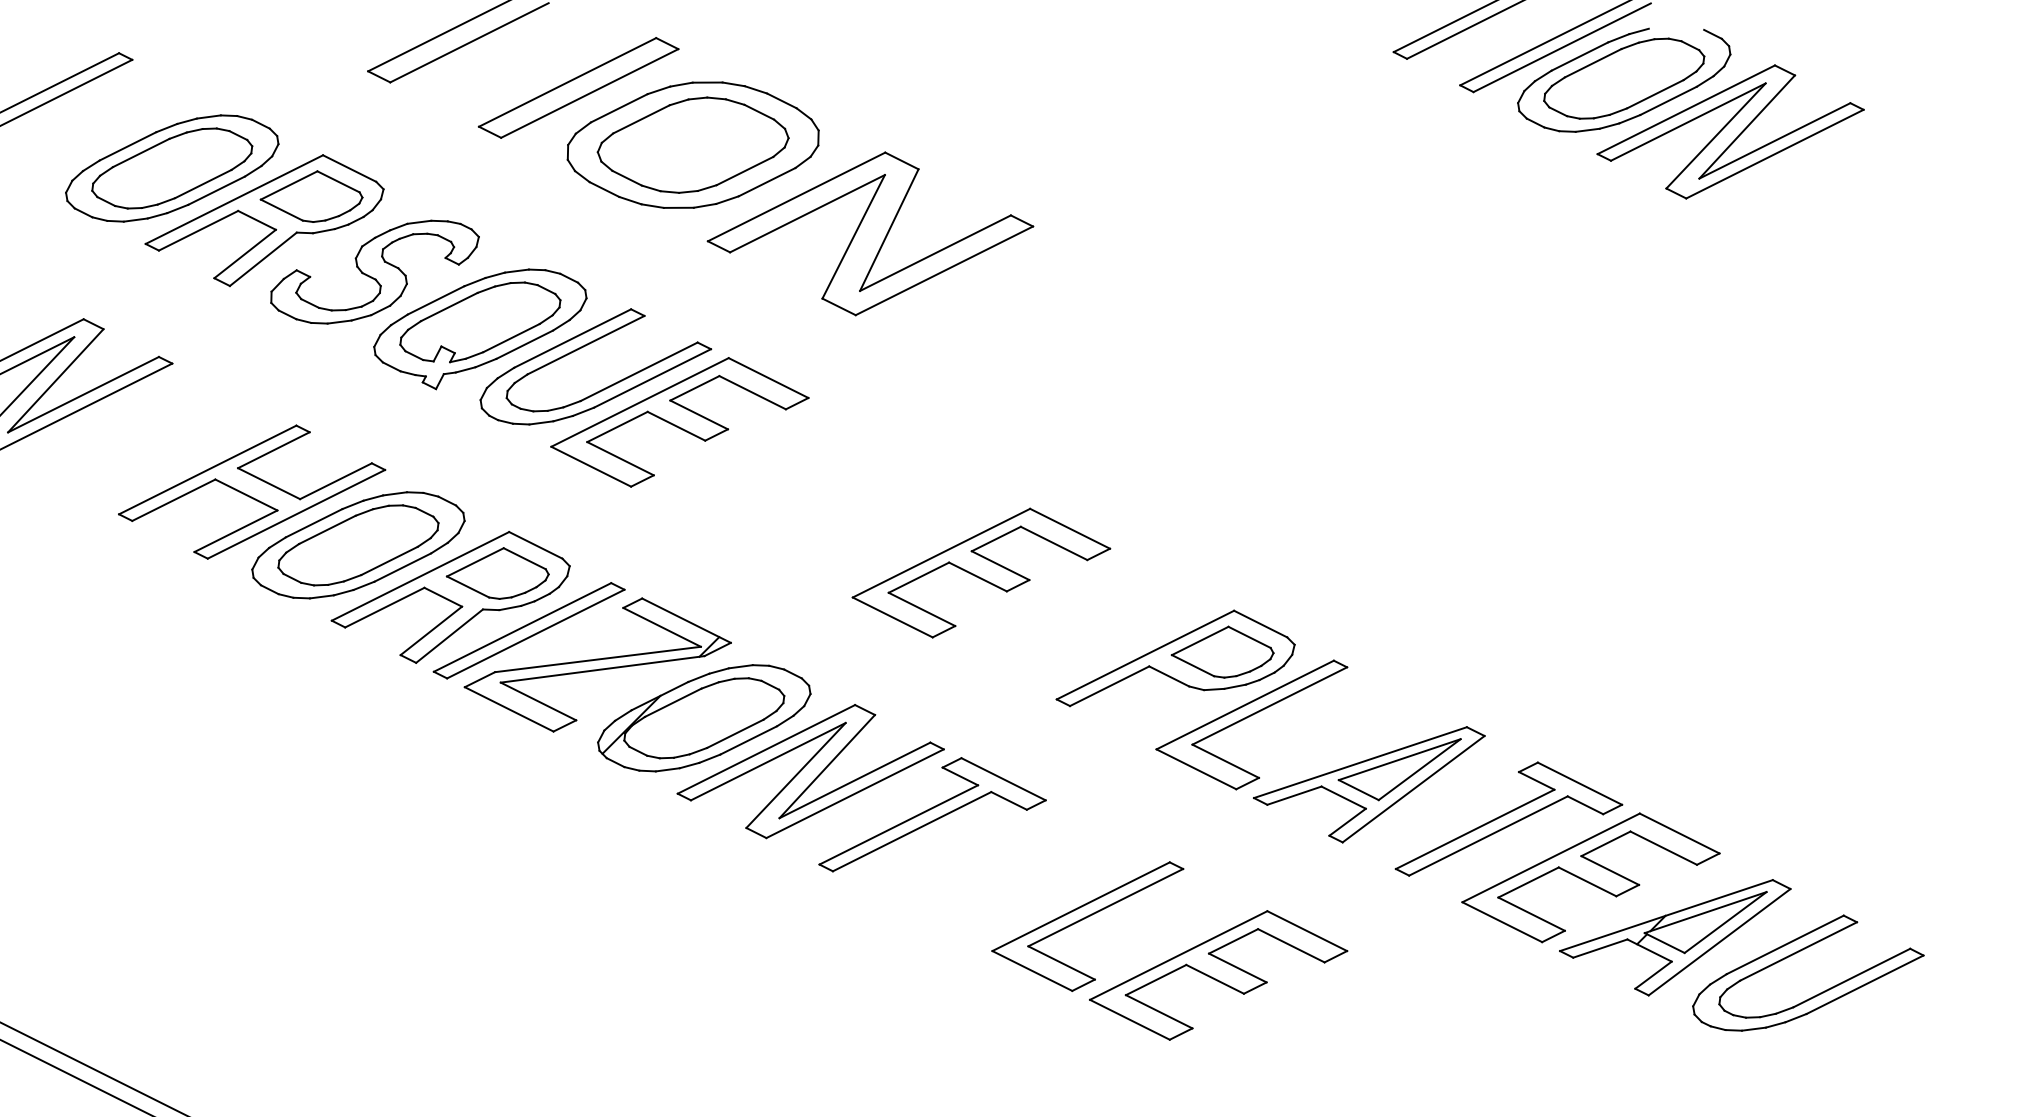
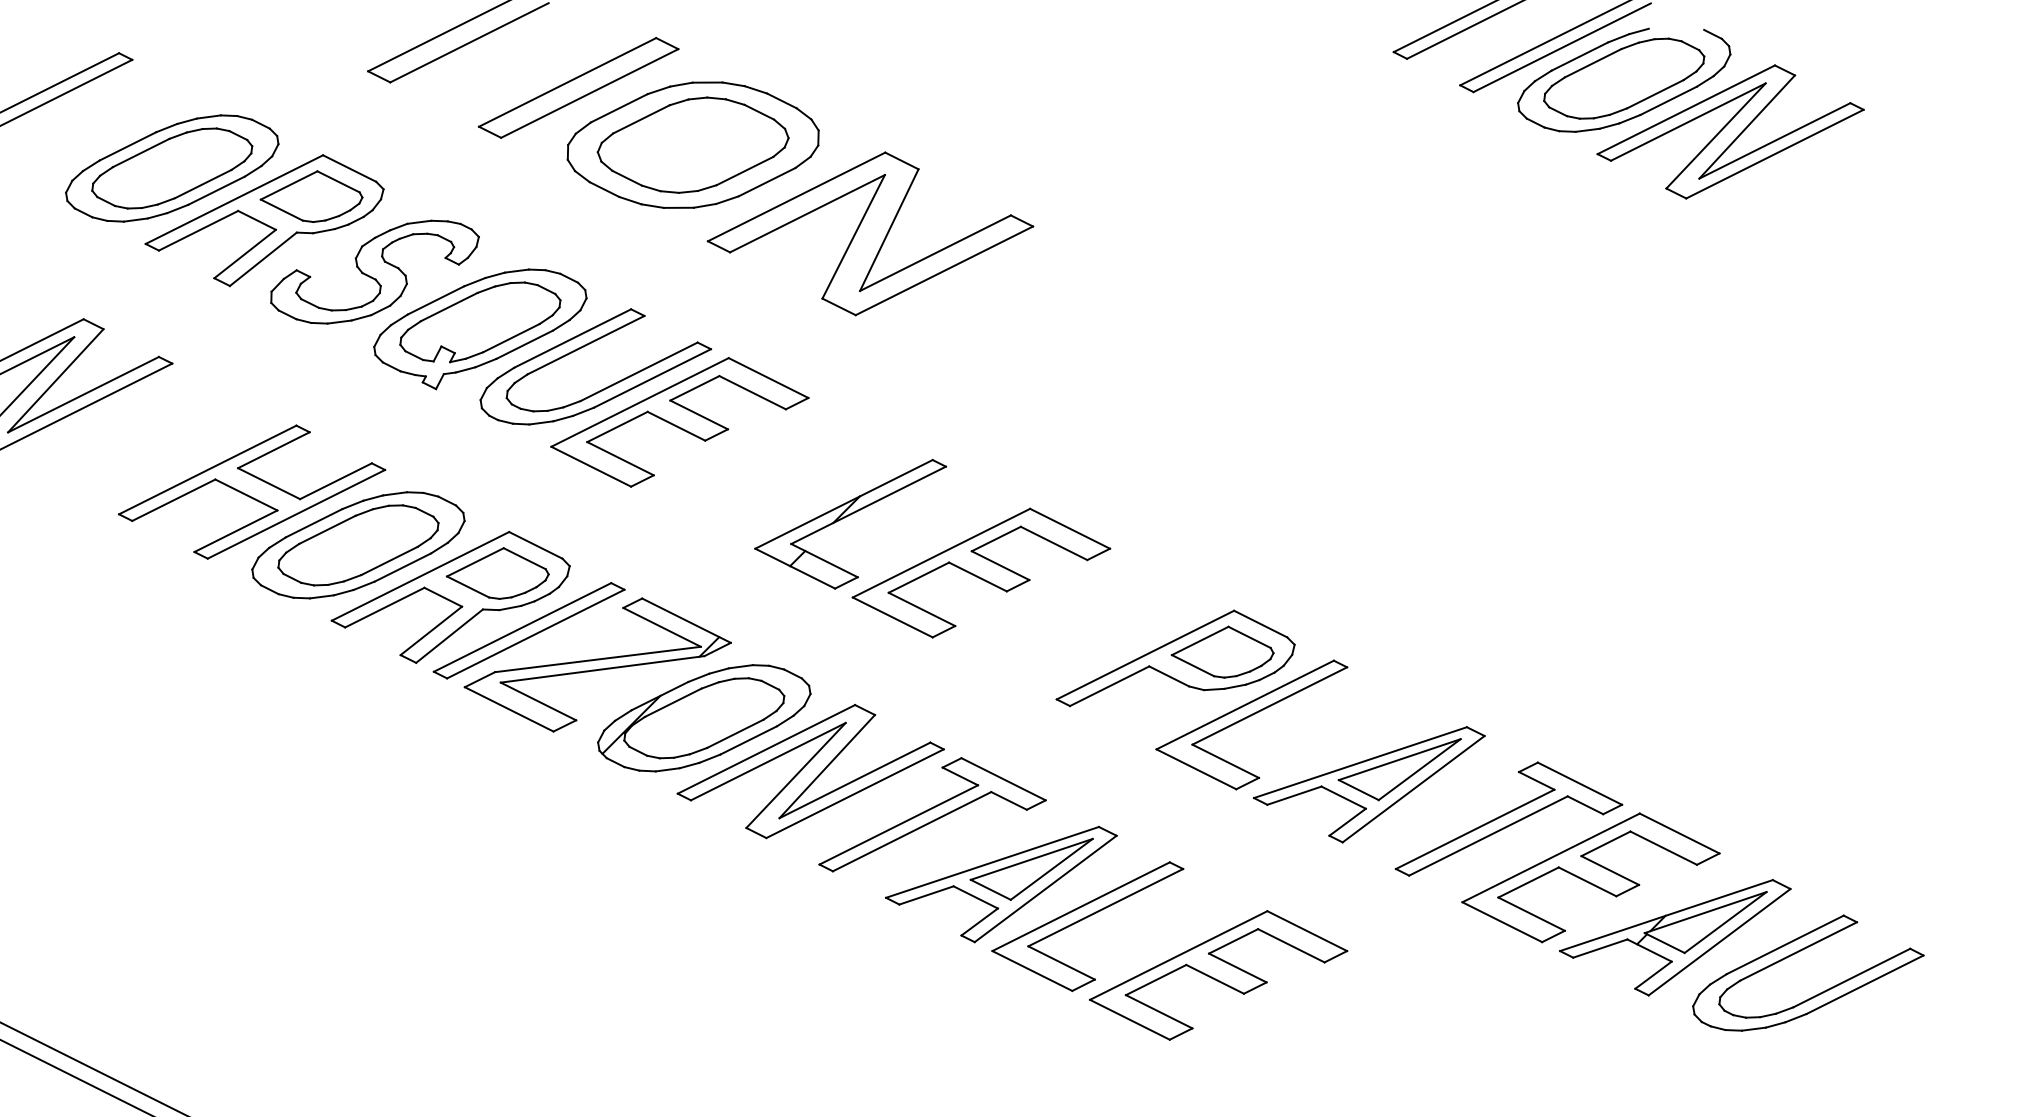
part at (846, 517): none -> present
part at (1001, 884): none -> present
